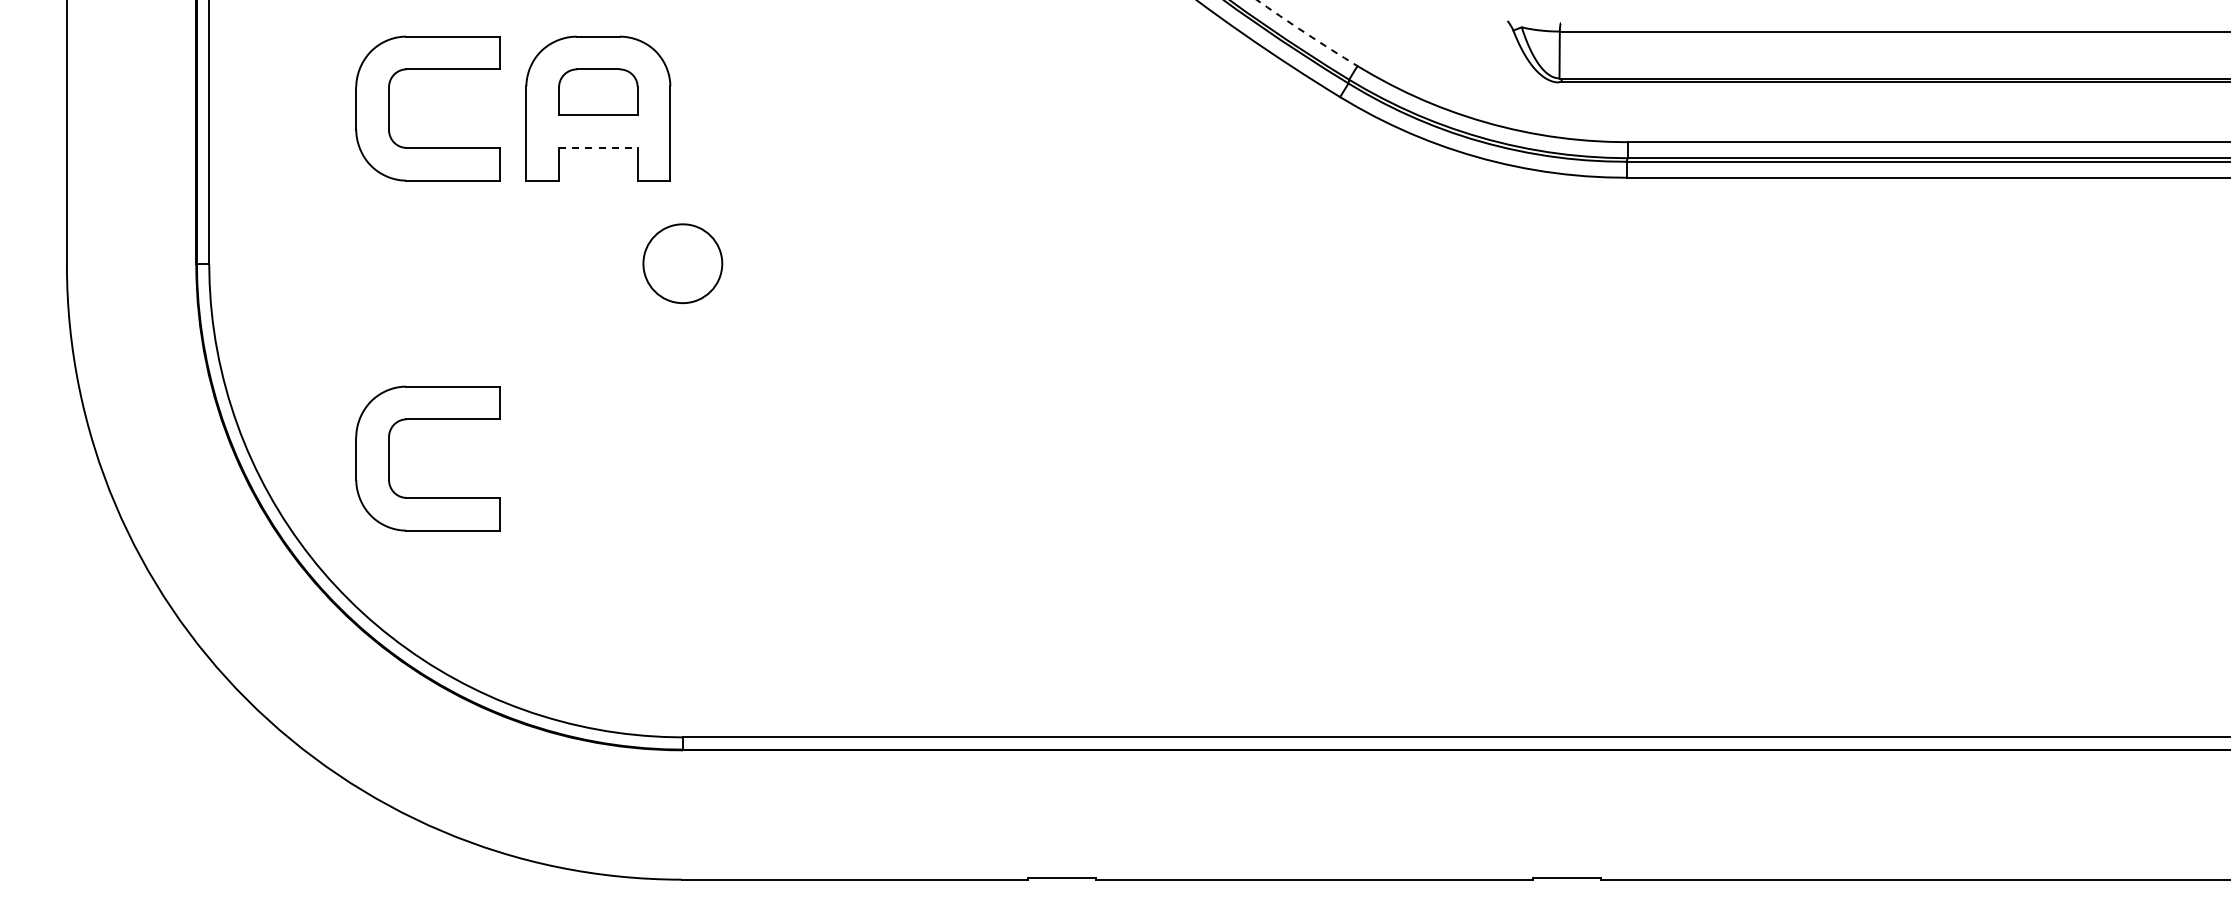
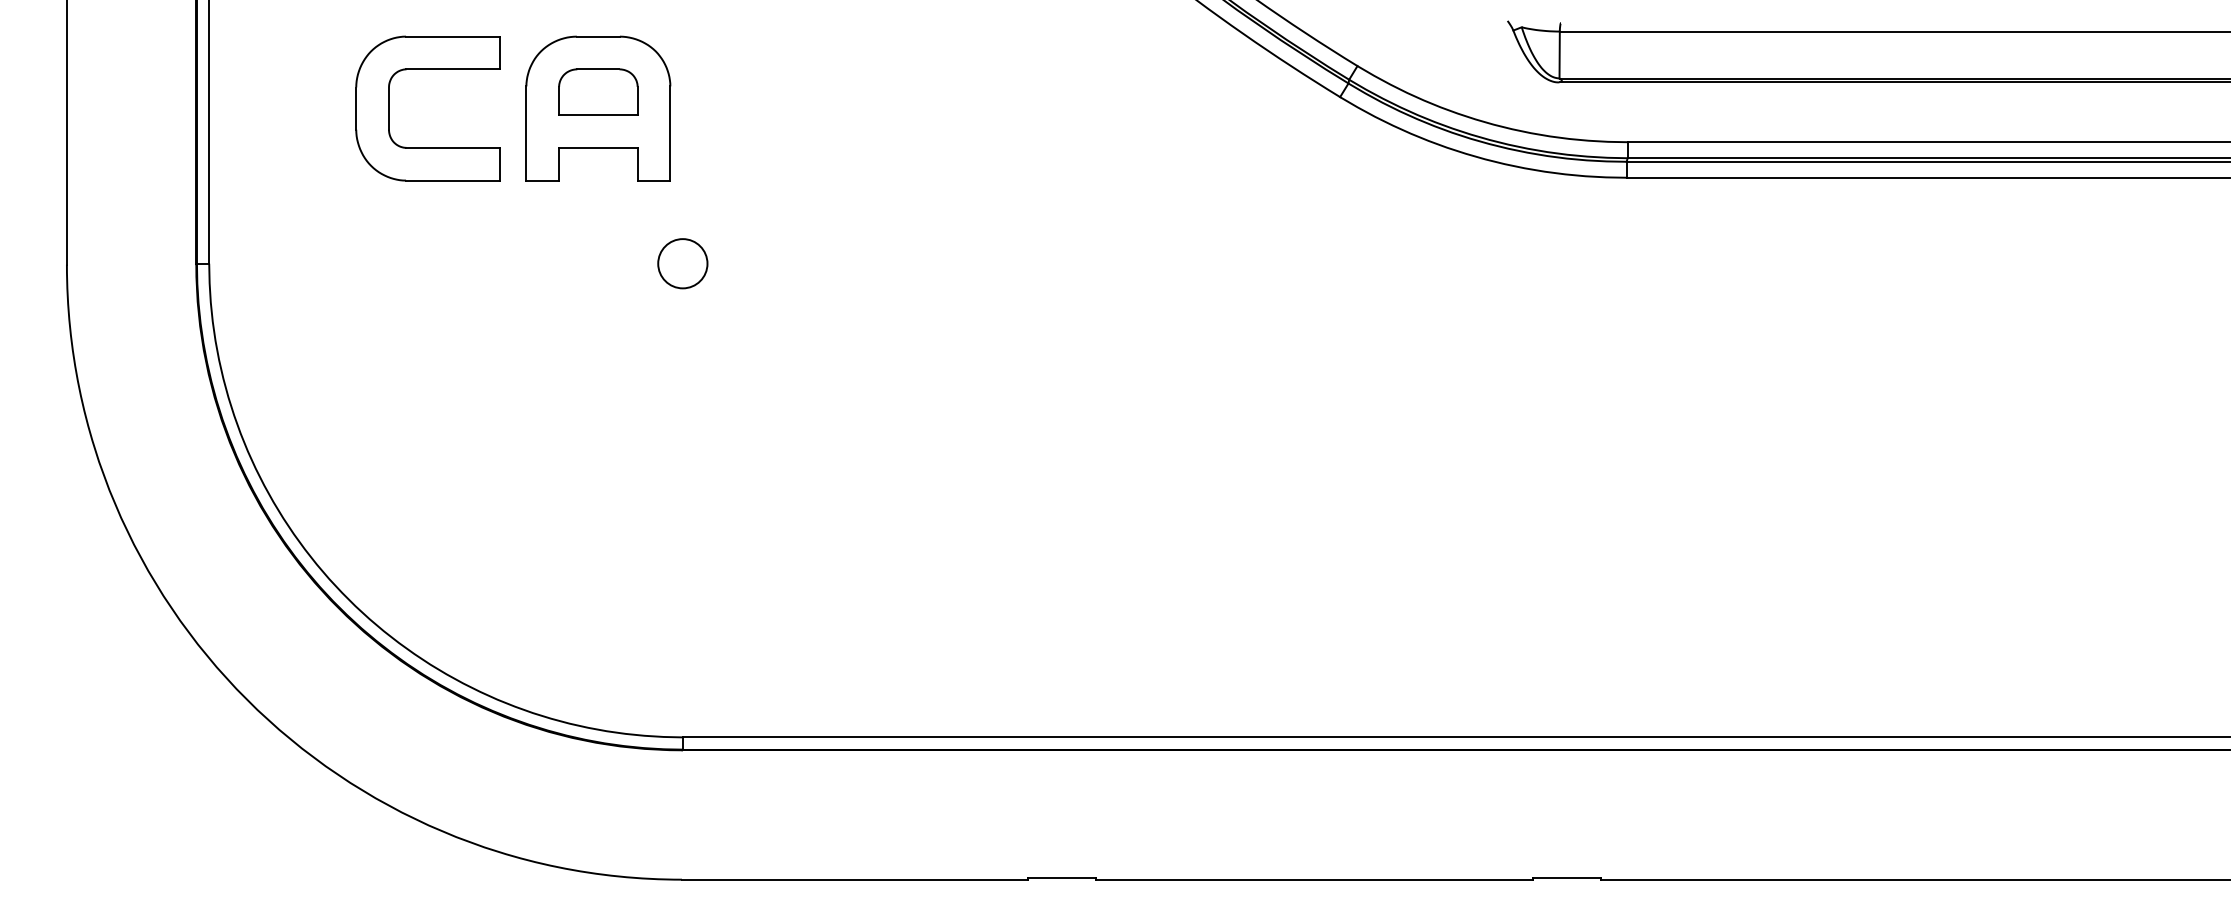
arc at (1306, 33): dashed -> solid
line at (598, 147): dashed -> solid
circle at (682, 263) diameter: 79 px -> 49 px
part at (389, 458): present -> none
